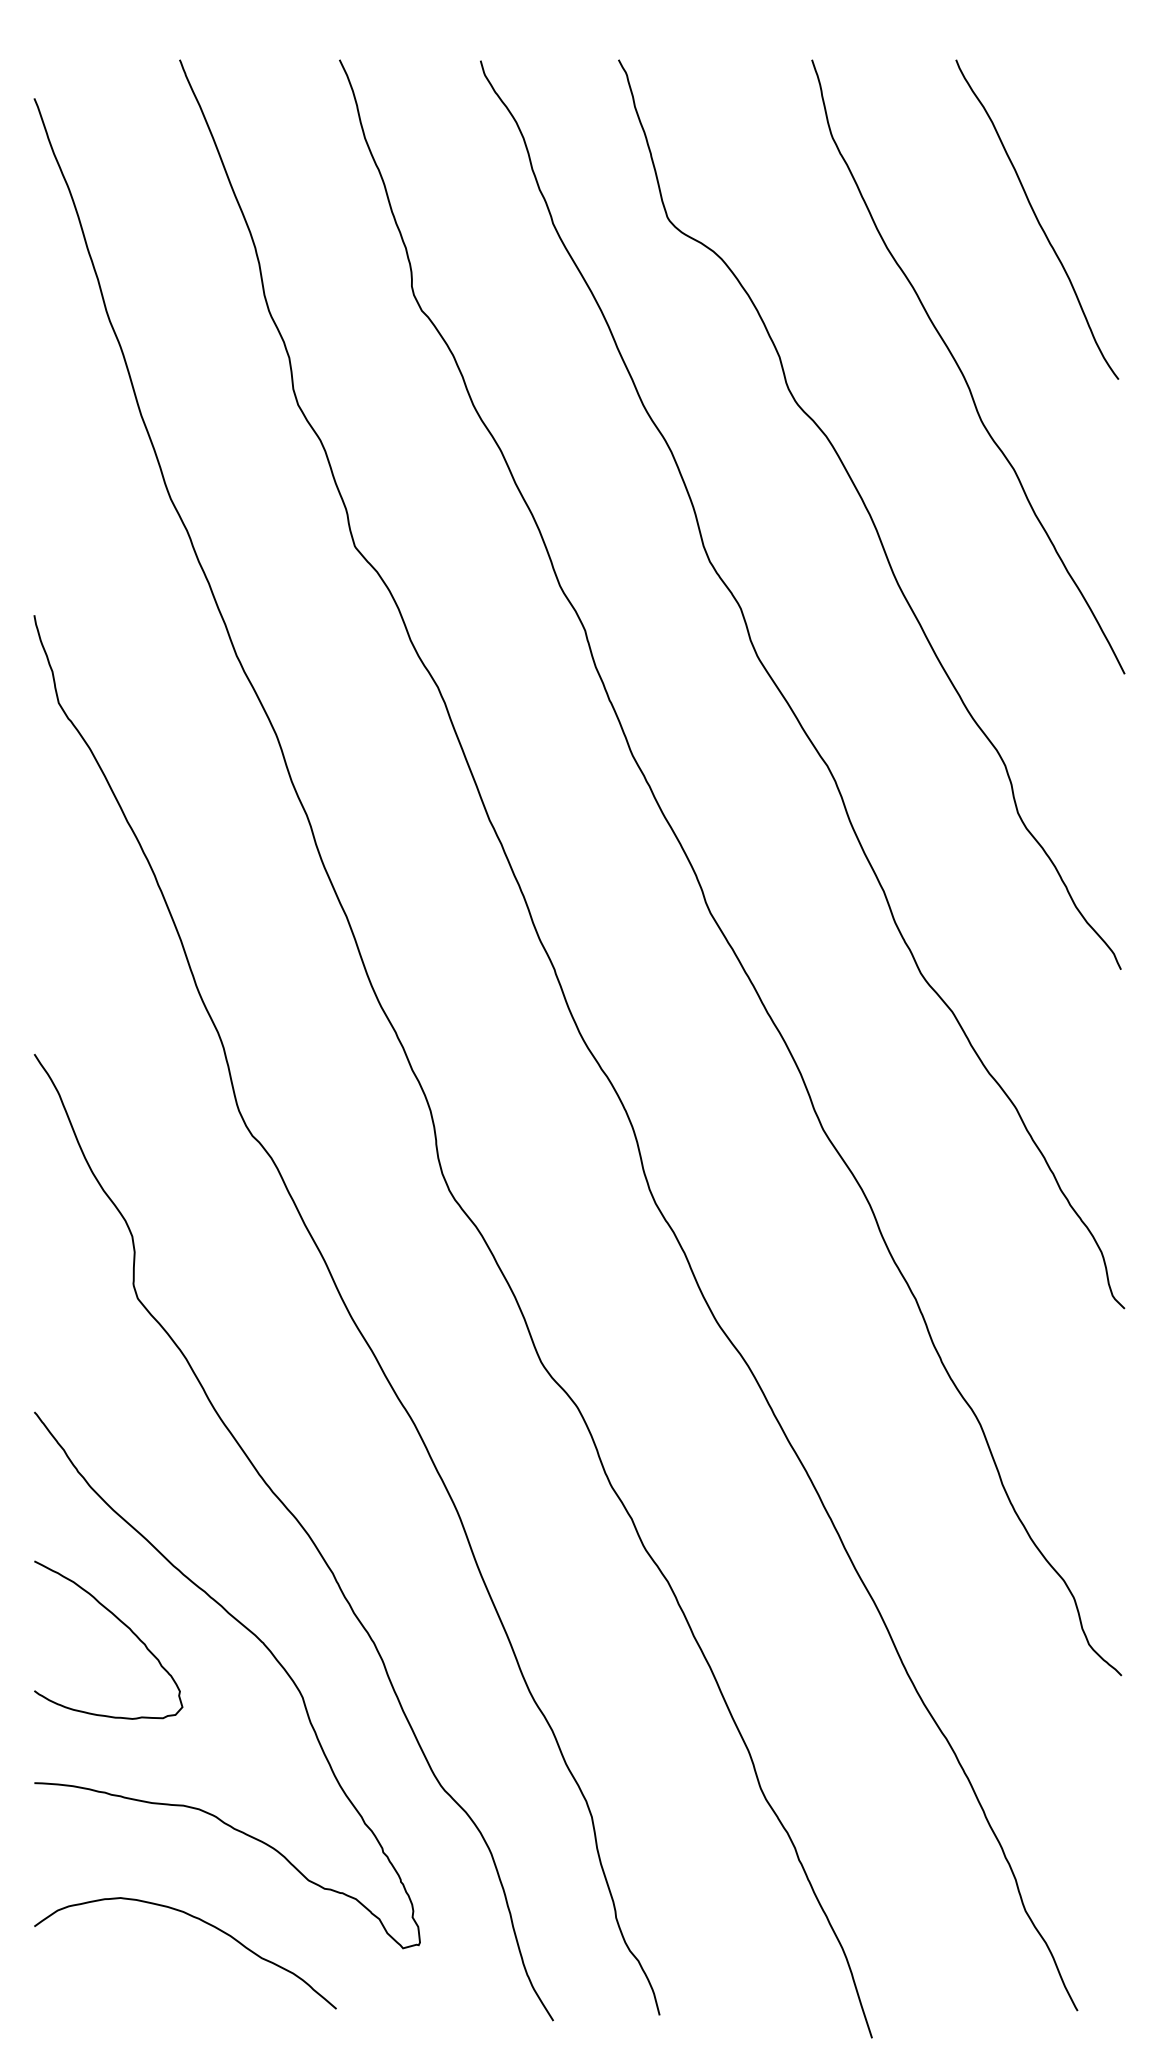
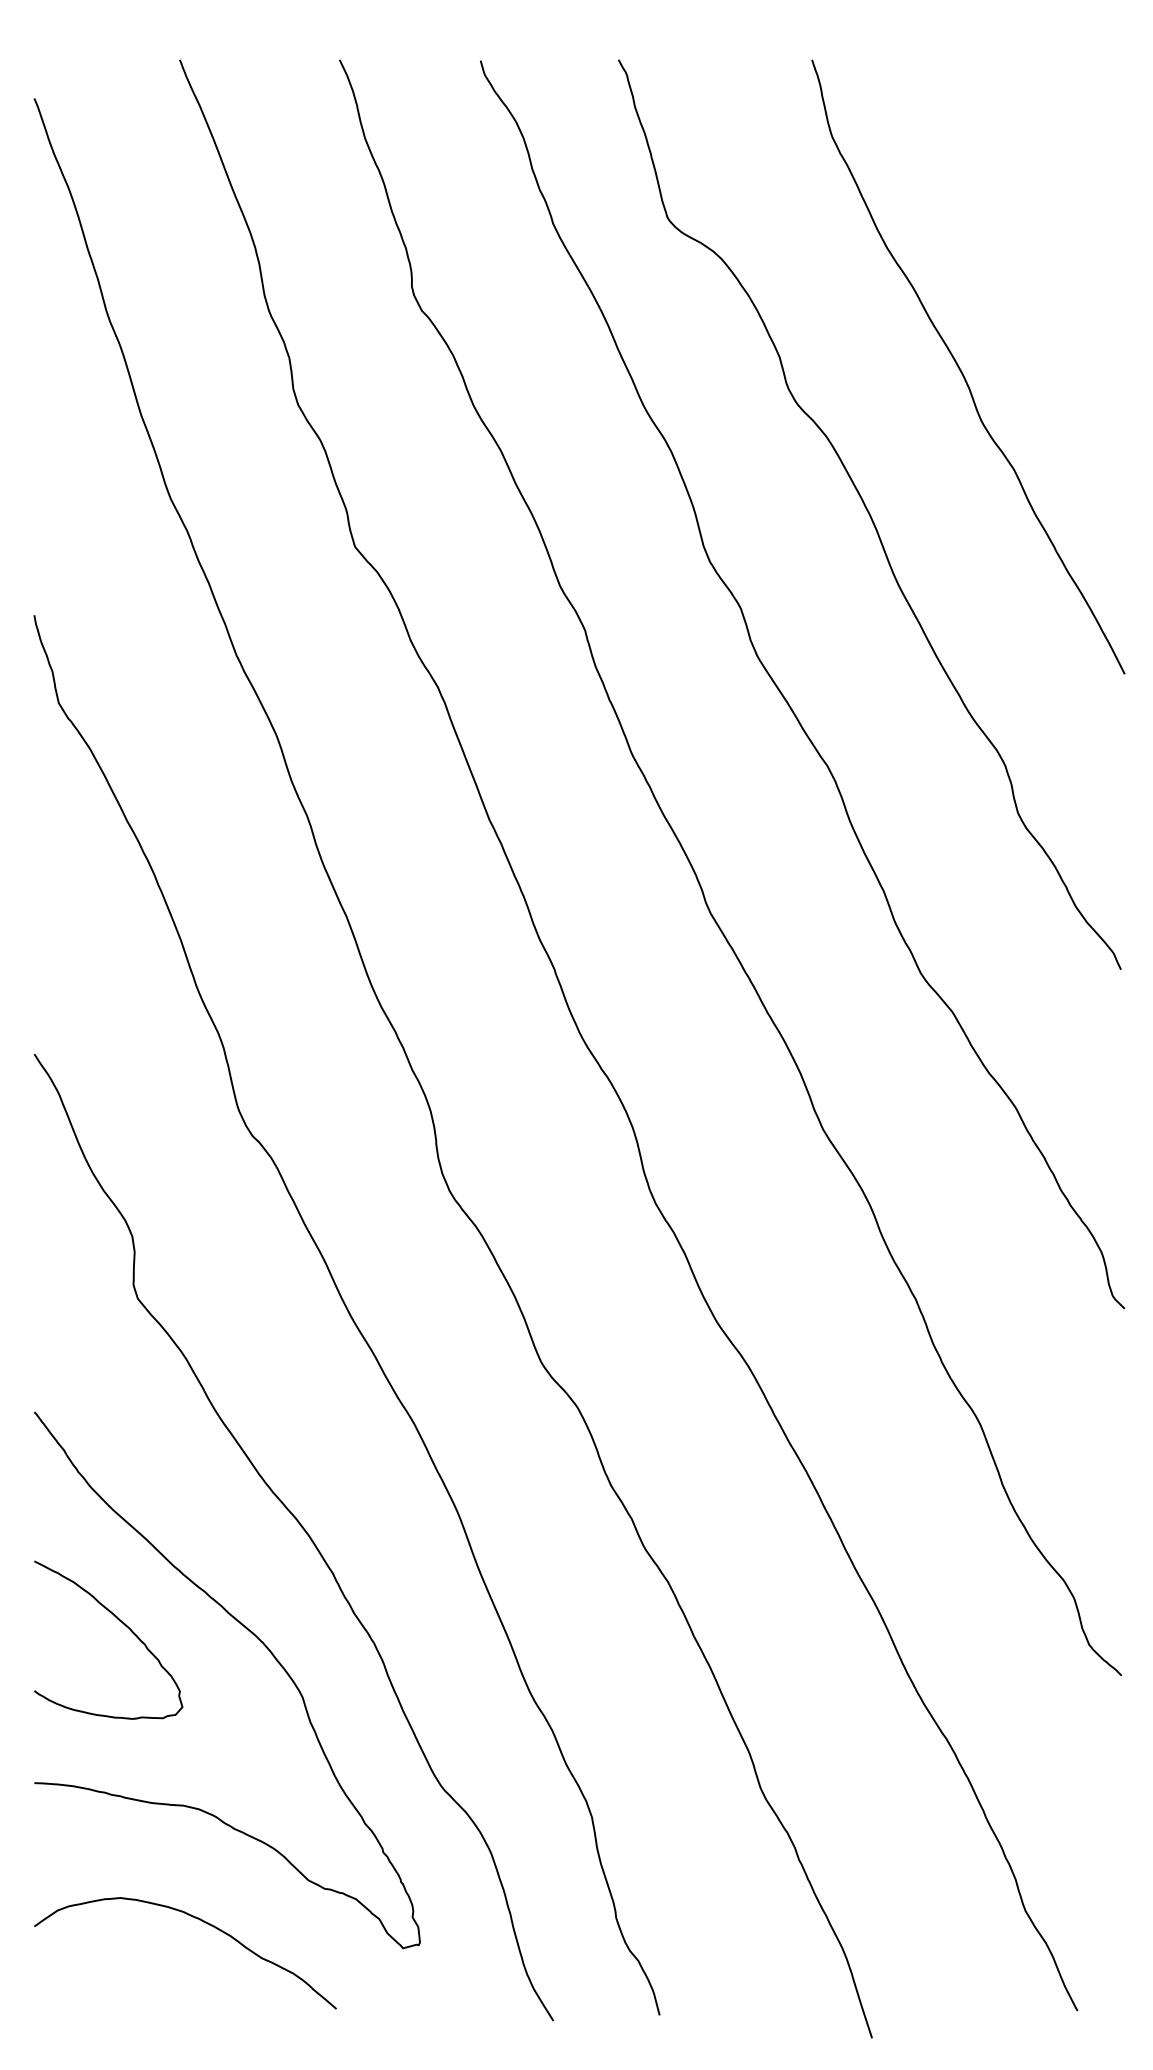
curve at (1037, 219): present -> none
